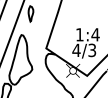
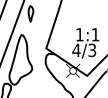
text at (95, 34): 1:4 -> 1:1
